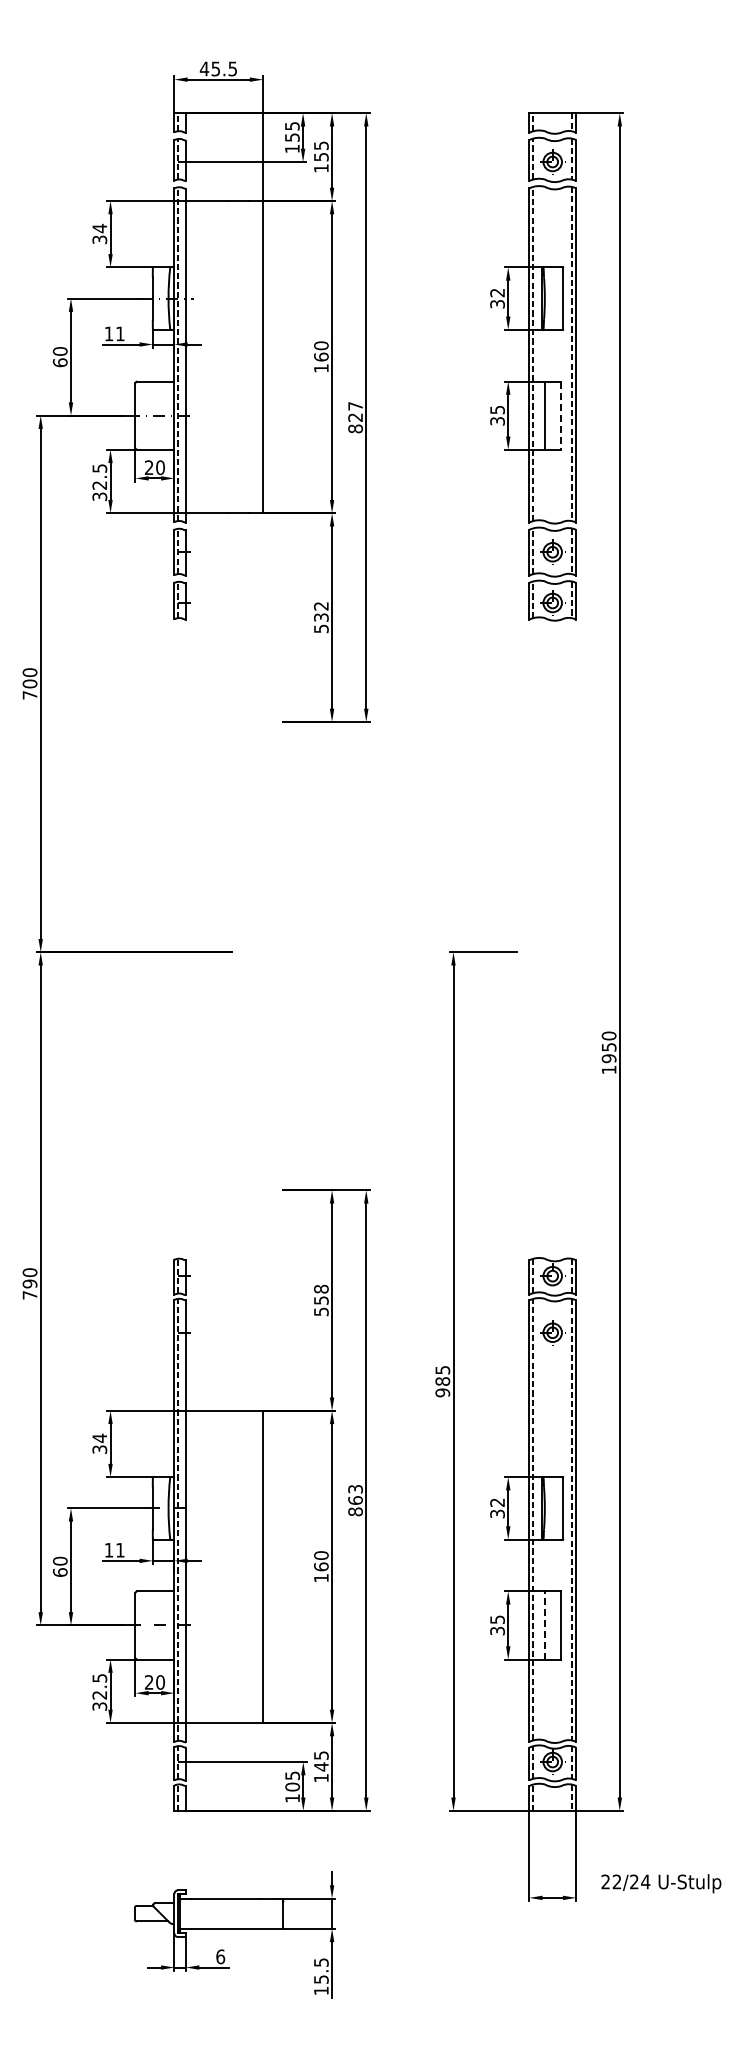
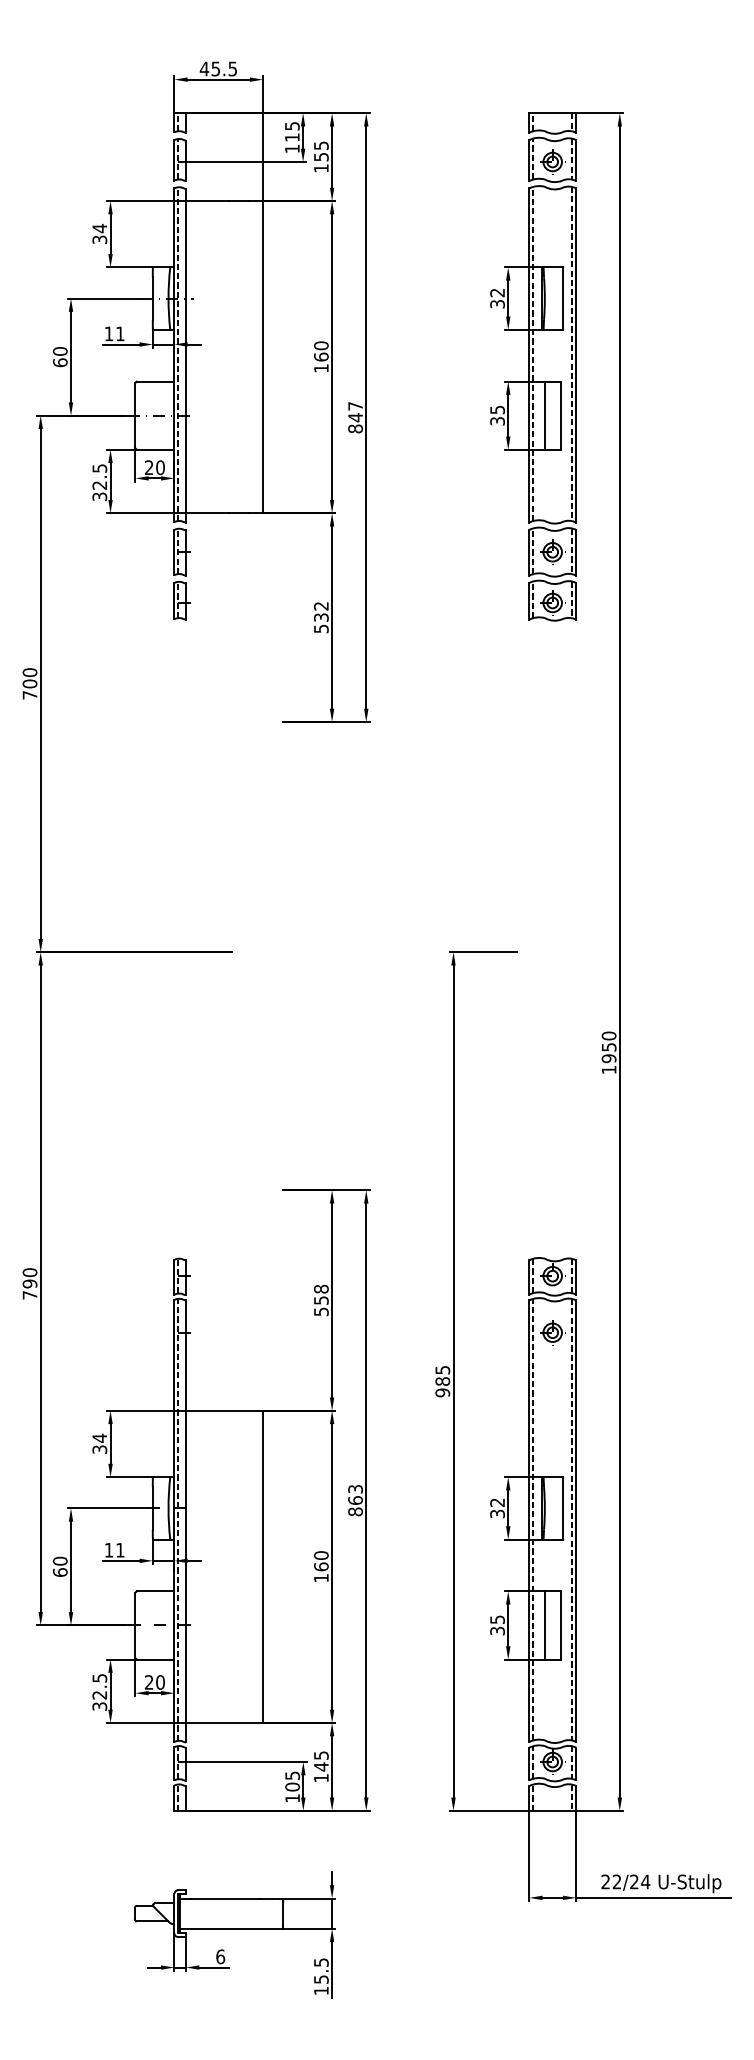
text at (292, 137): 155 -> 115
line at (560, 416): dashed -> solid
text at (355, 417): 827 -> 847
line at (544, 1624): dashed -> solid
line at (653, 1897): none -> present
